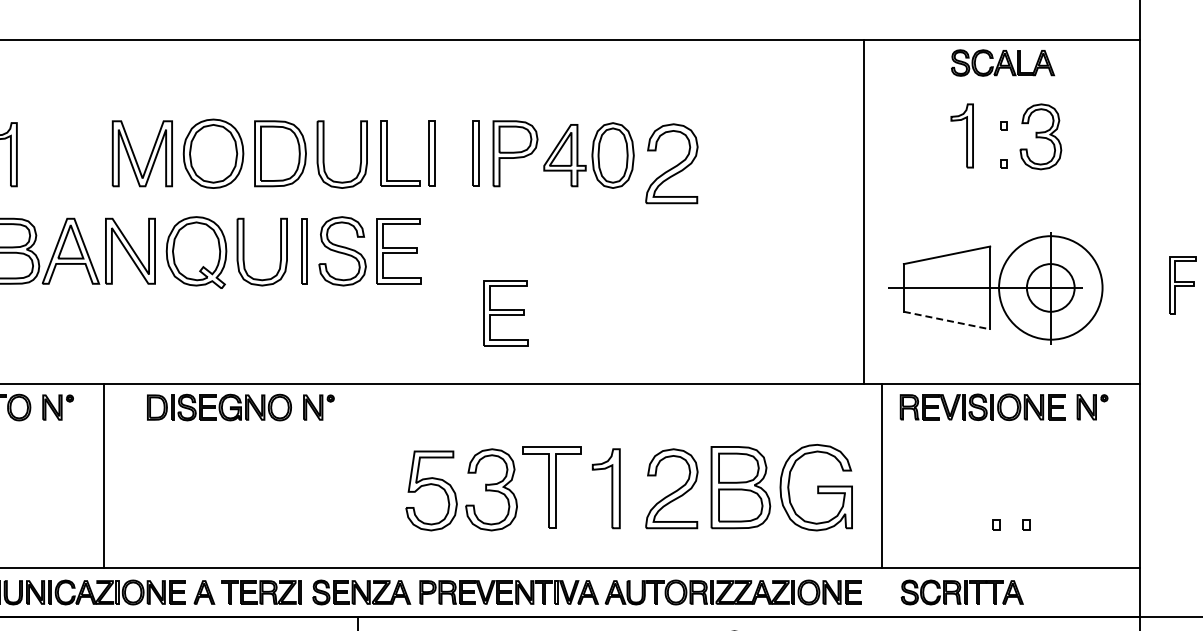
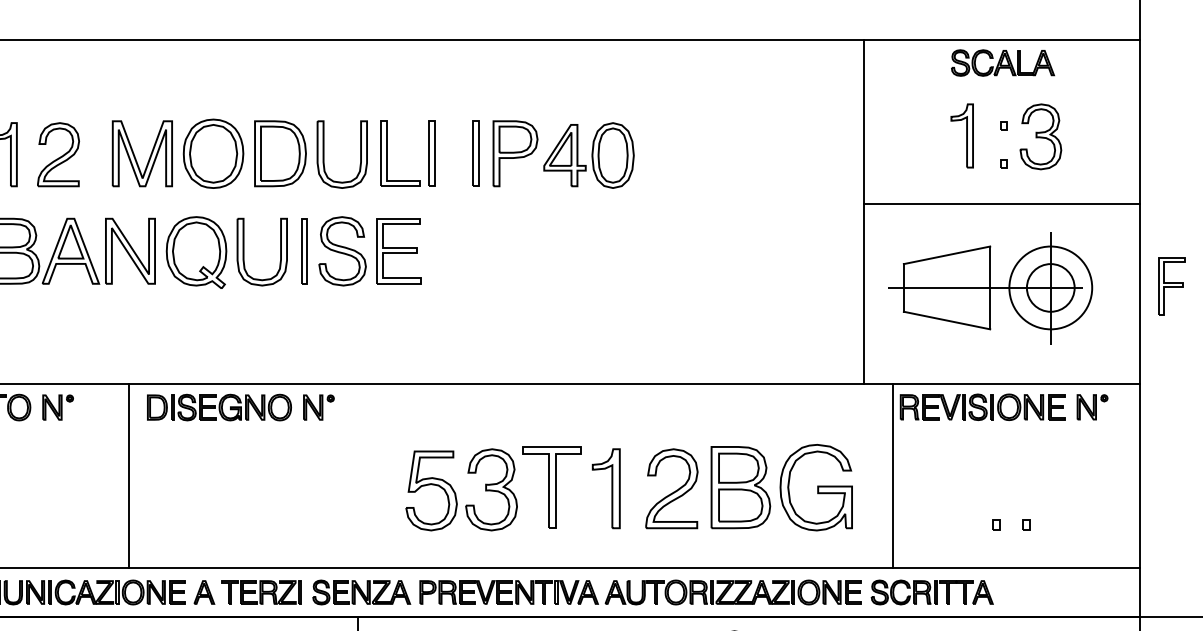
part at (58, 154): none -> present
part at (671, 163): present -> none
line at (1001, 204): none -> present
part at (1182, 285) position: (1182, 285) -> (1171, 286)
circle at (1050, 287) diameter: 104 px -> 83 px
part at (505, 313): present -> none
line at (947, 320): dashed -> solid
line at (103, 475) position: (103, 475) -> (128, 475)
line at (882, 475) position: (882, 475) -> (893, 475)
part at (961, 592) position: (961, 592) -> (931, 592)
